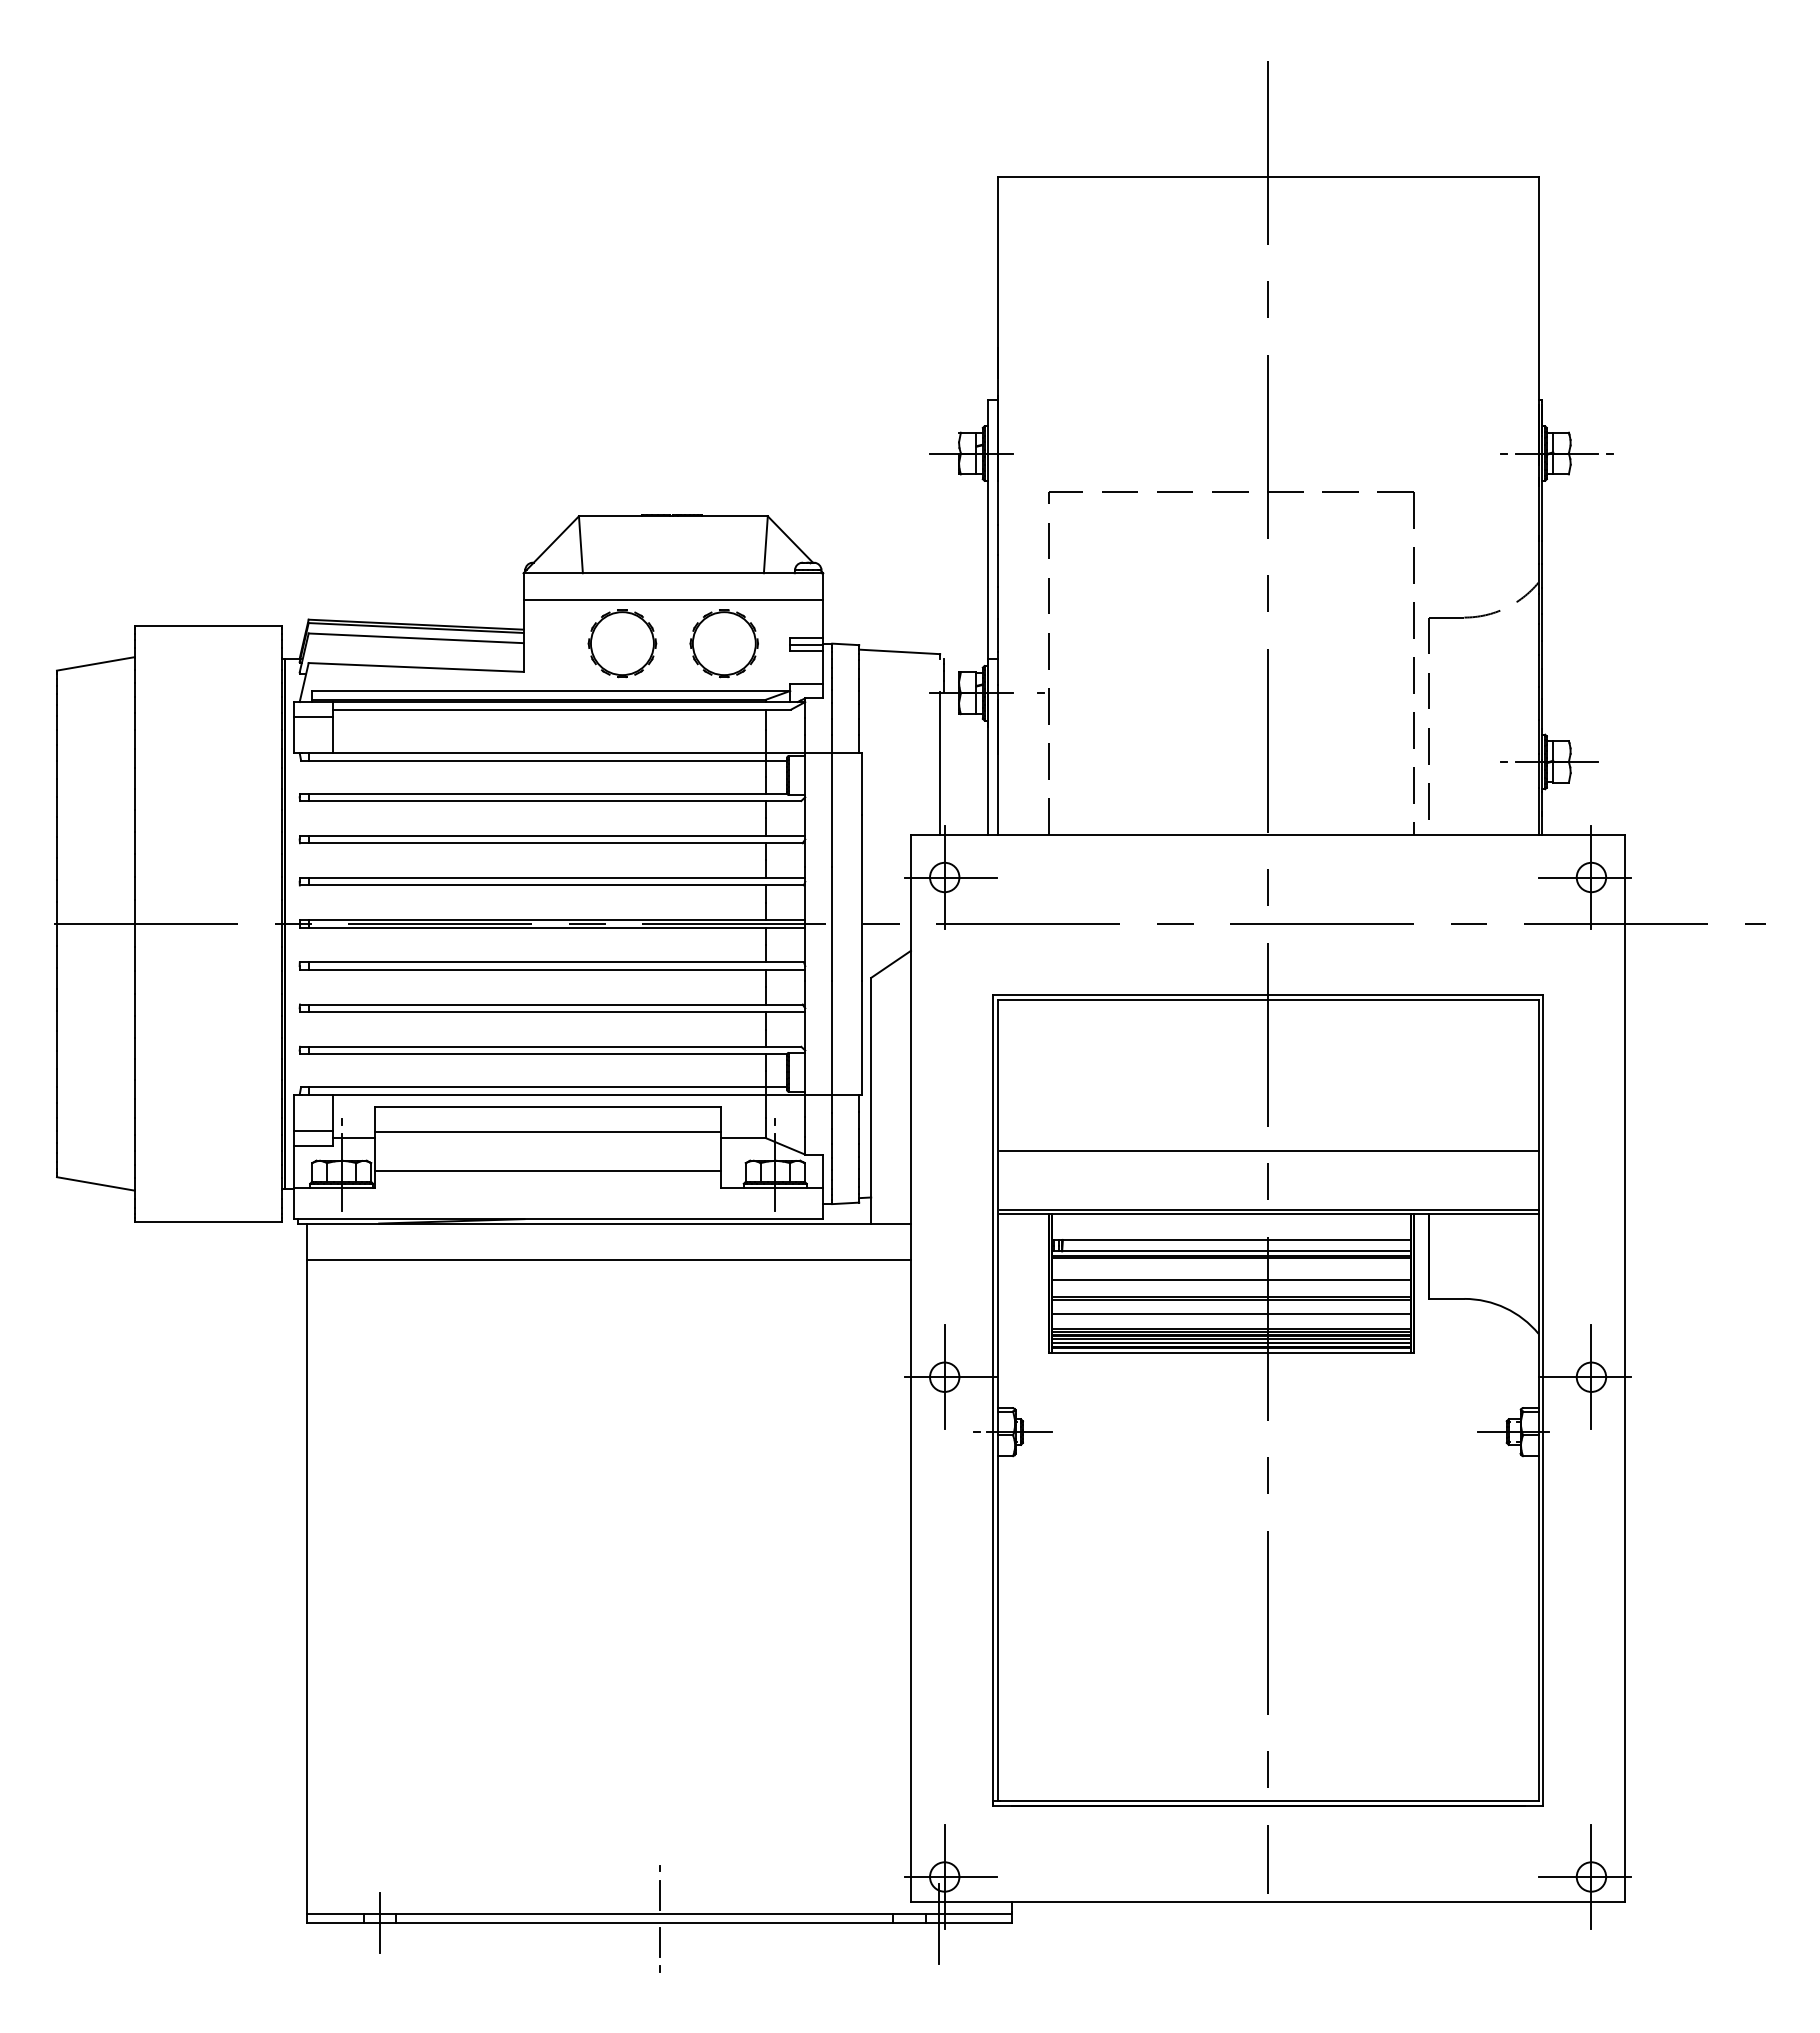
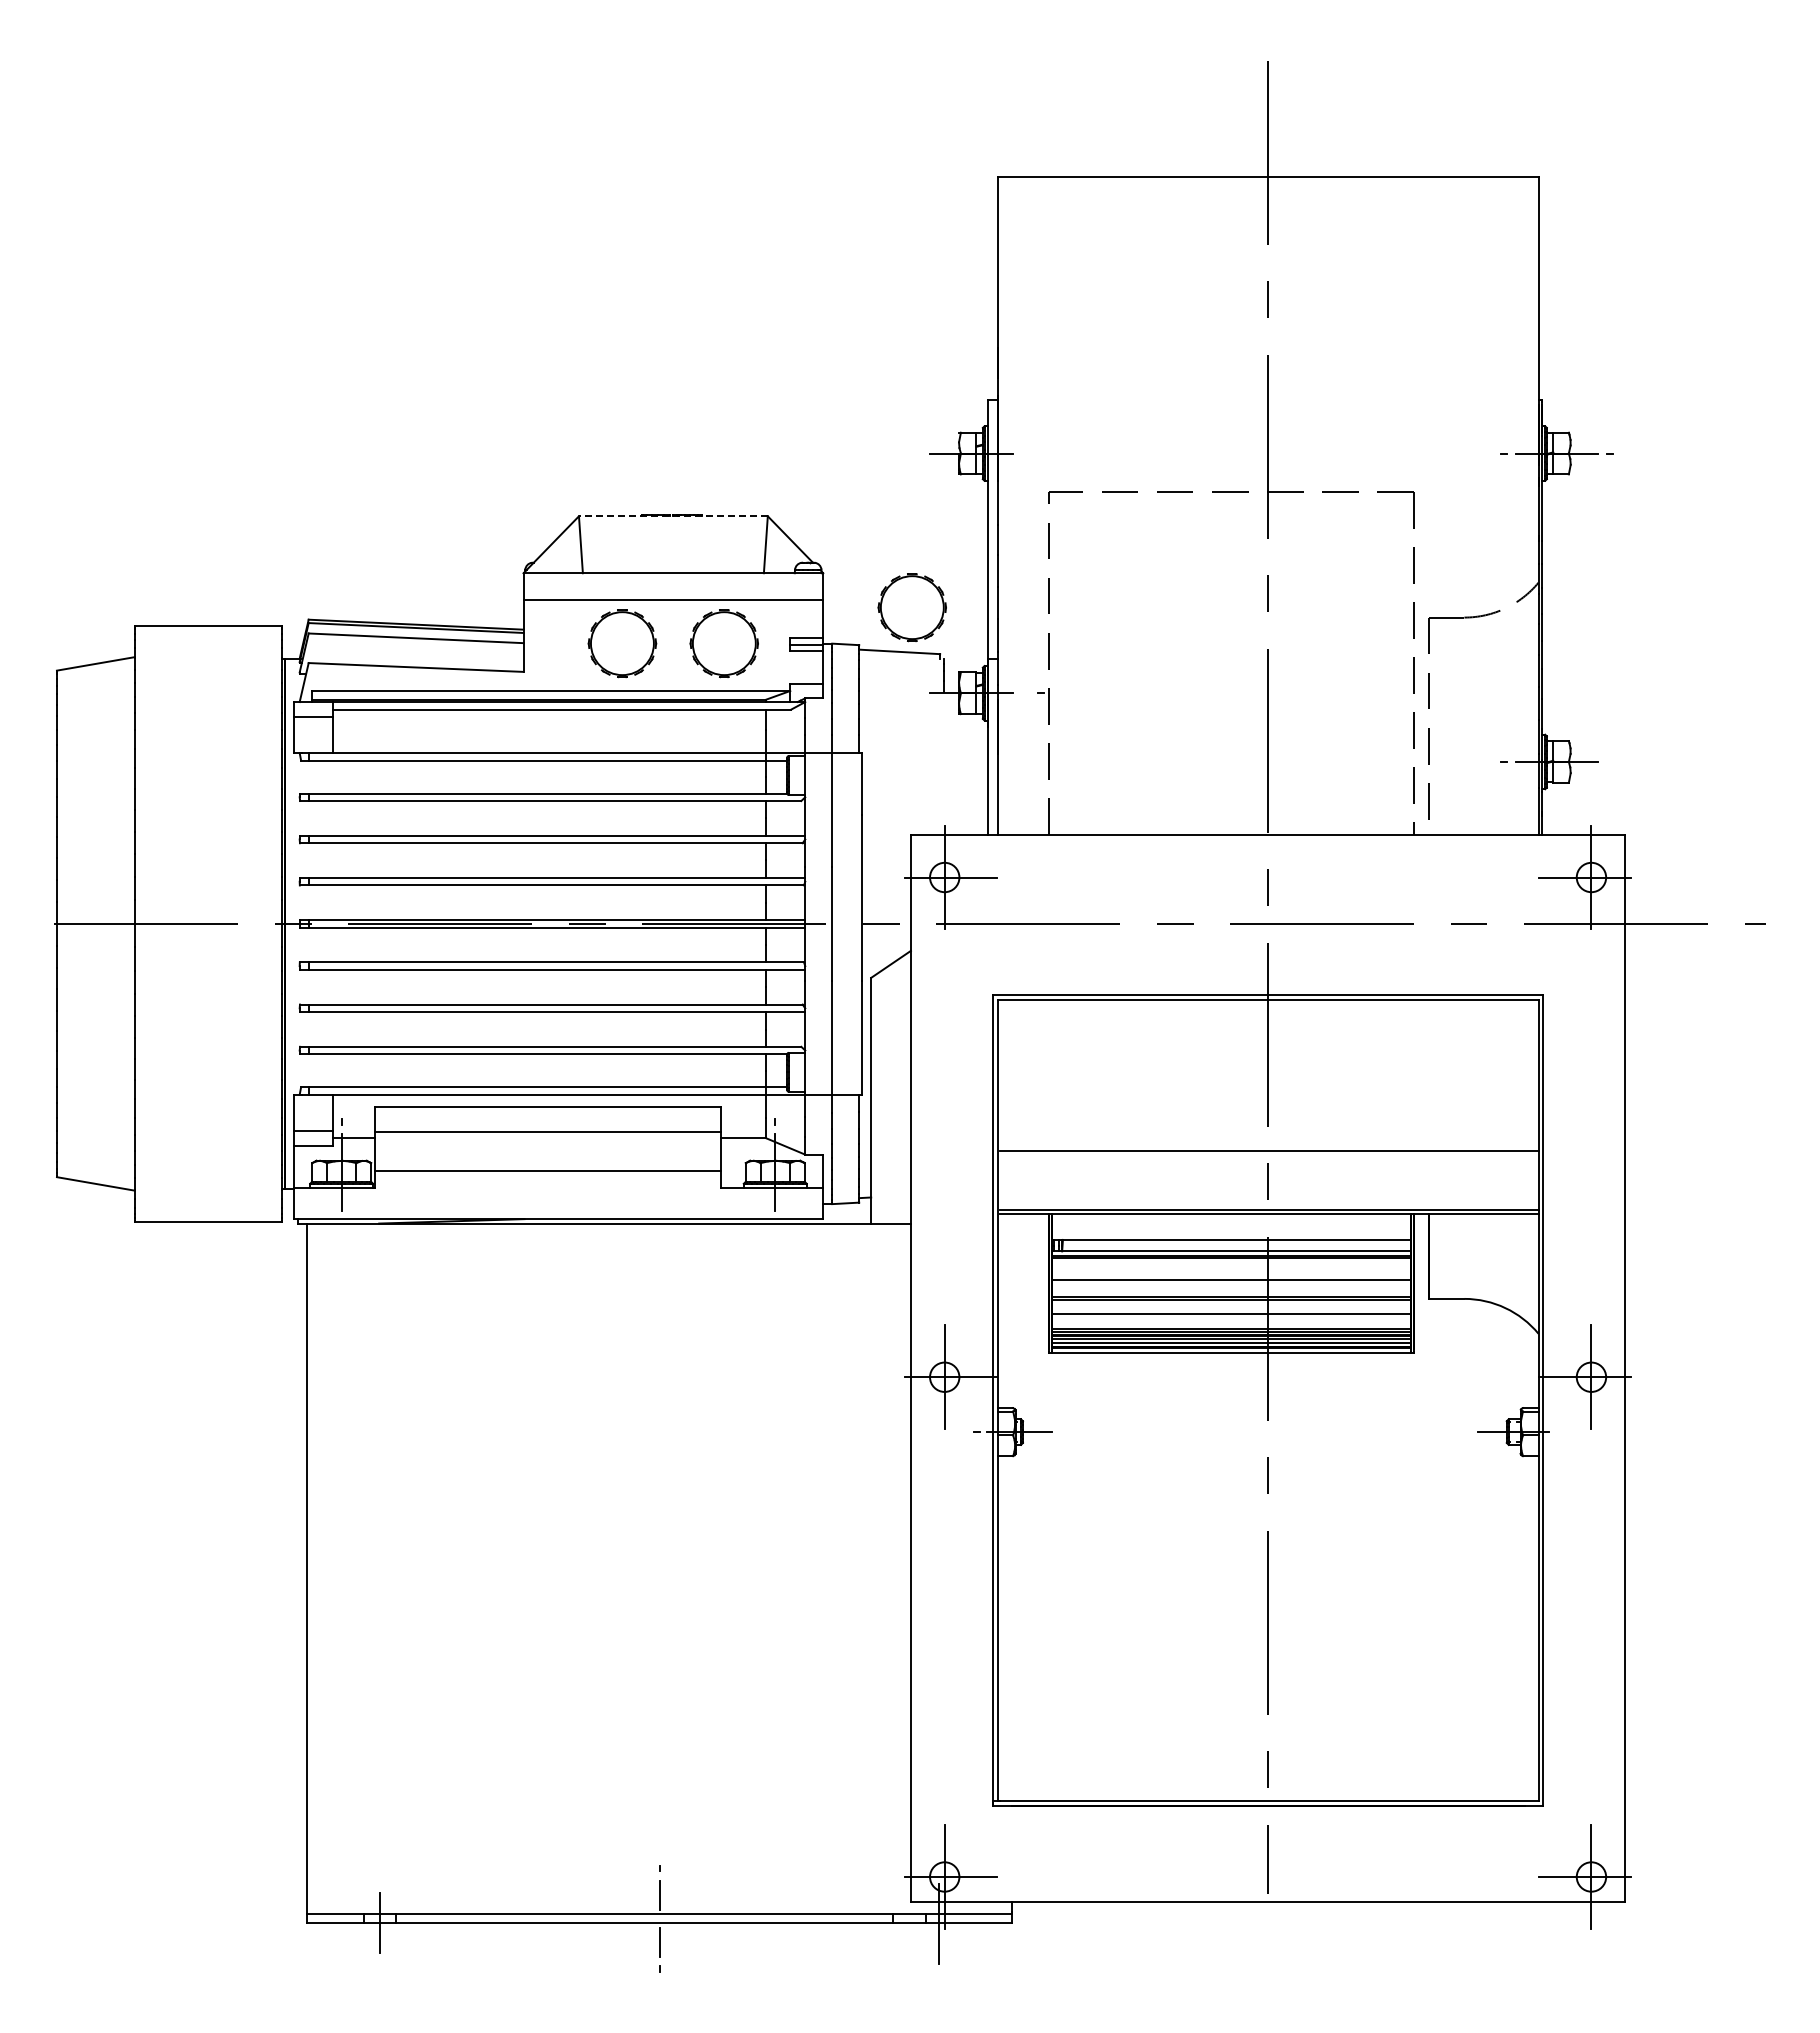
line at (672, 516): solid -> dashed
part at (911, 607): none -> present
line at (940, 763): present -> none
line at (608, 1260): present -> none
